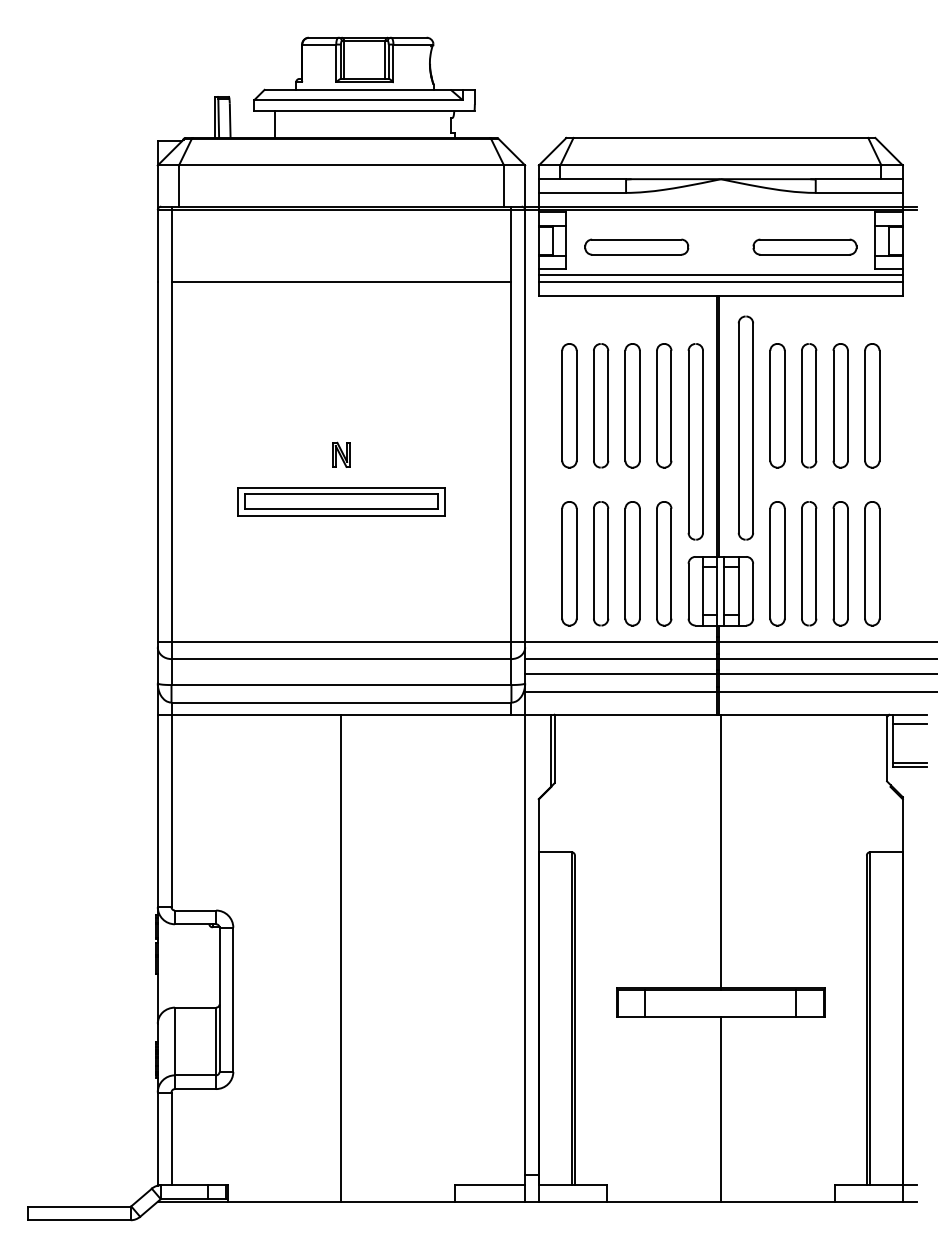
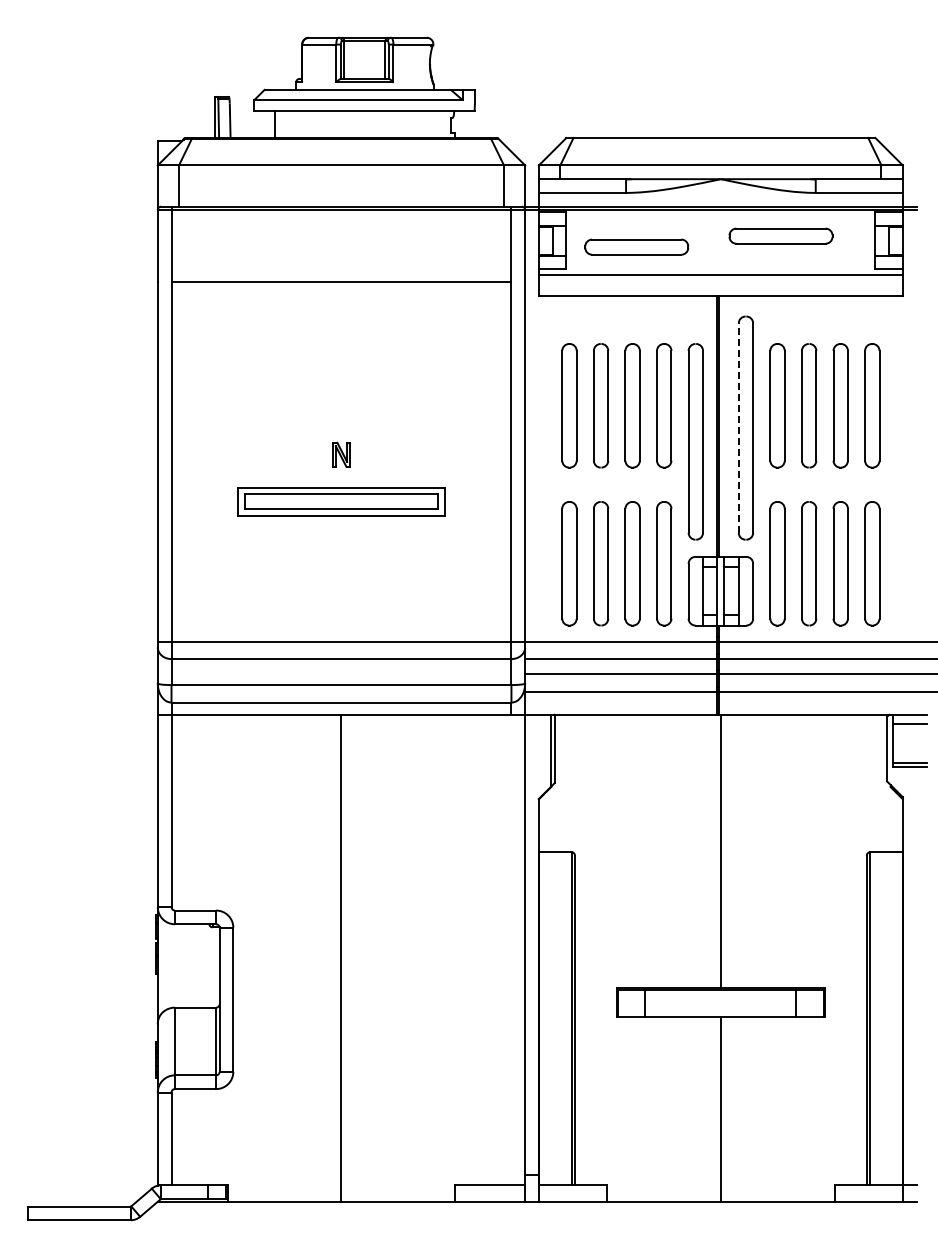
part at (804, 246) position: (804, 246) -> (780, 235)
line at (720, 282): present -> none
line at (738, 428): solid -> dashed
